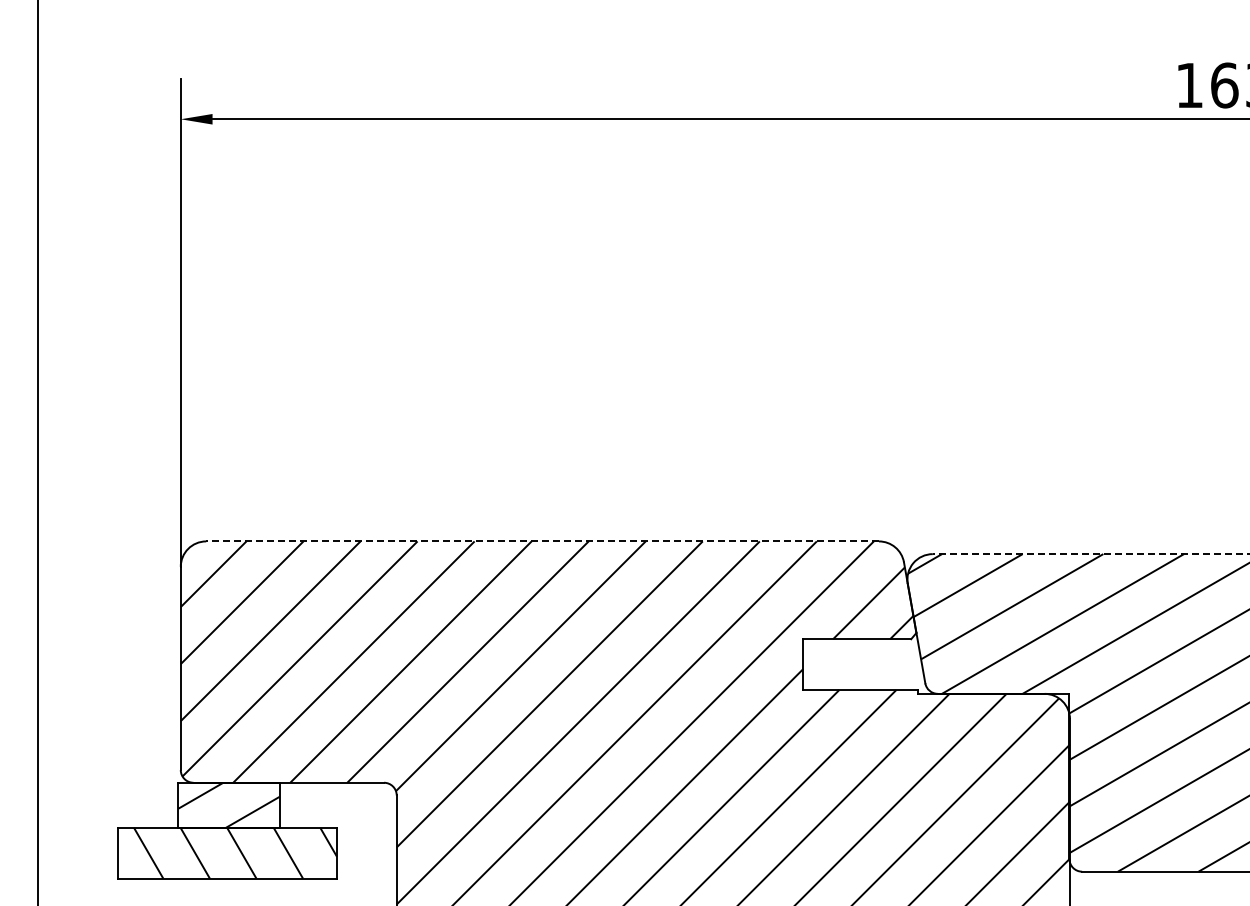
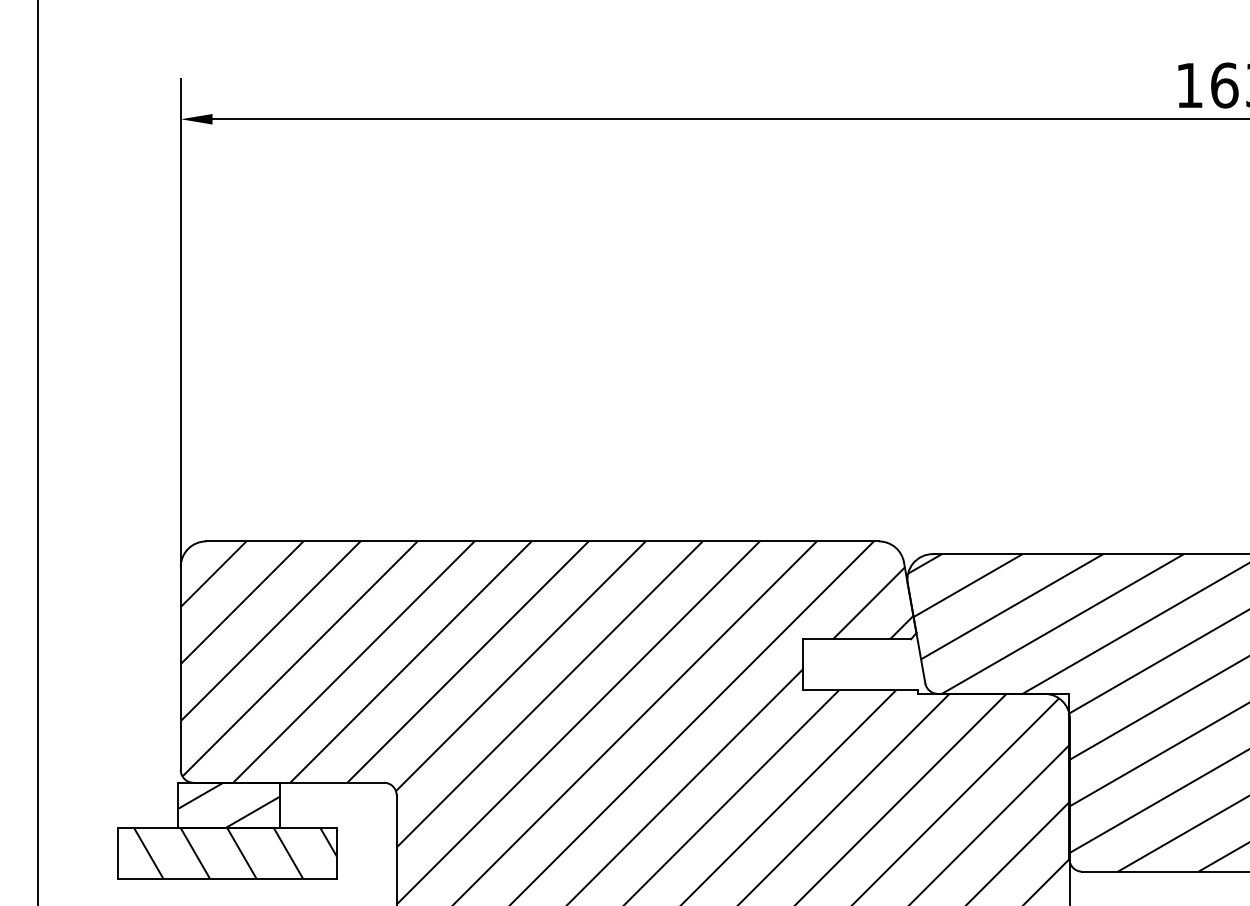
line at (542, 541): dashed -> solid
line at (1090, 554): dashed -> solid
